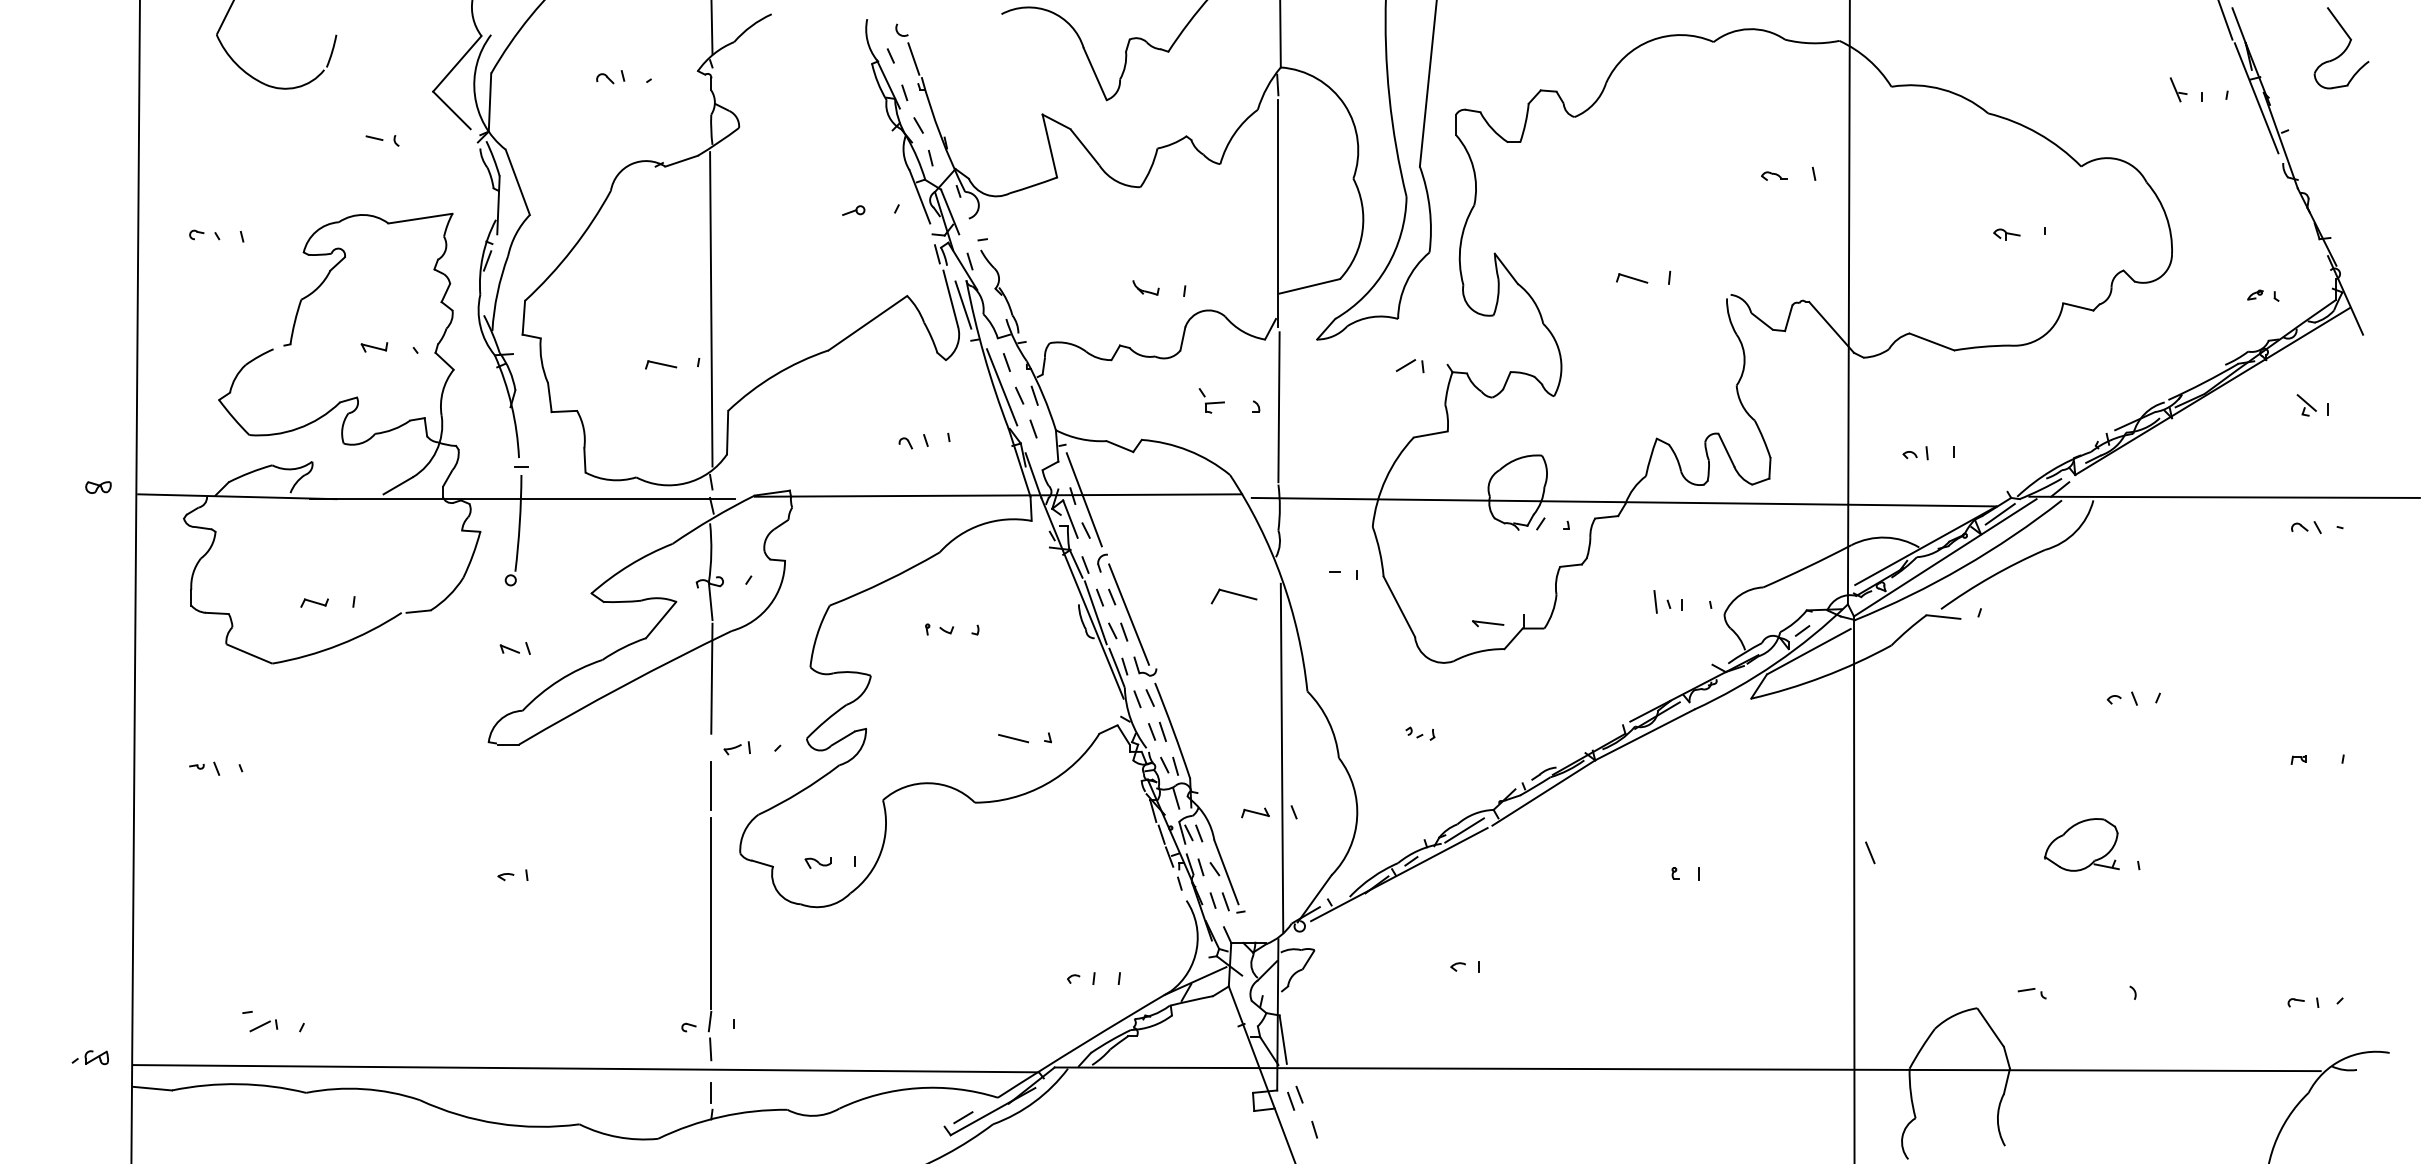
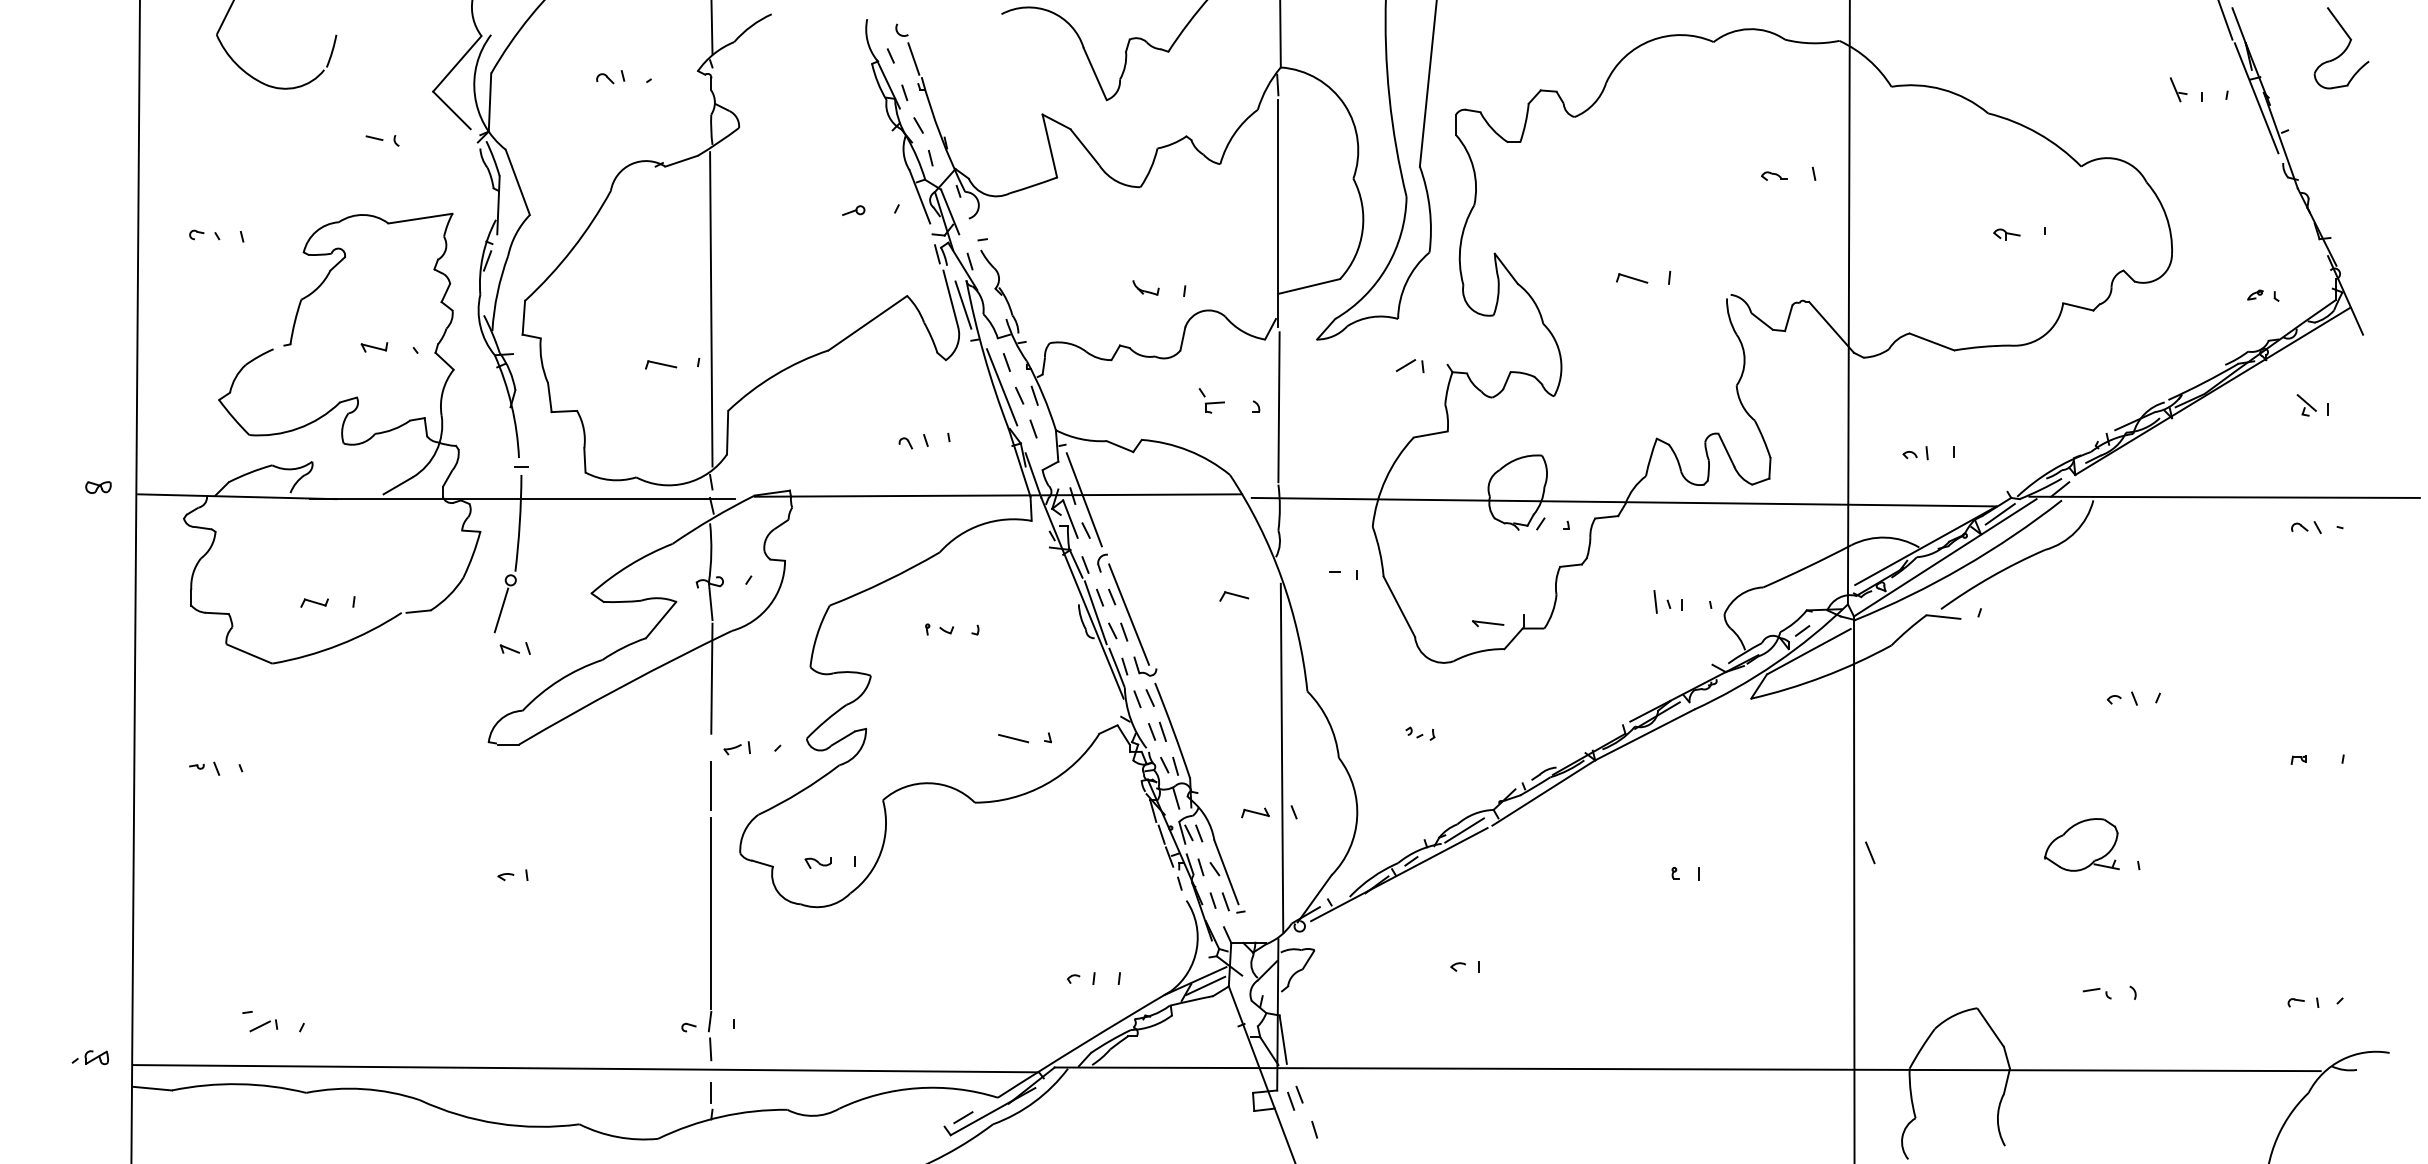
part at (1233, 596) size: 48x17 px -> 31x11 px
line at (501, 610): none -> present
line at (1205, 985): none -> present
part at (2031, 993) position: (2031, 993) -> (2096, 993)
